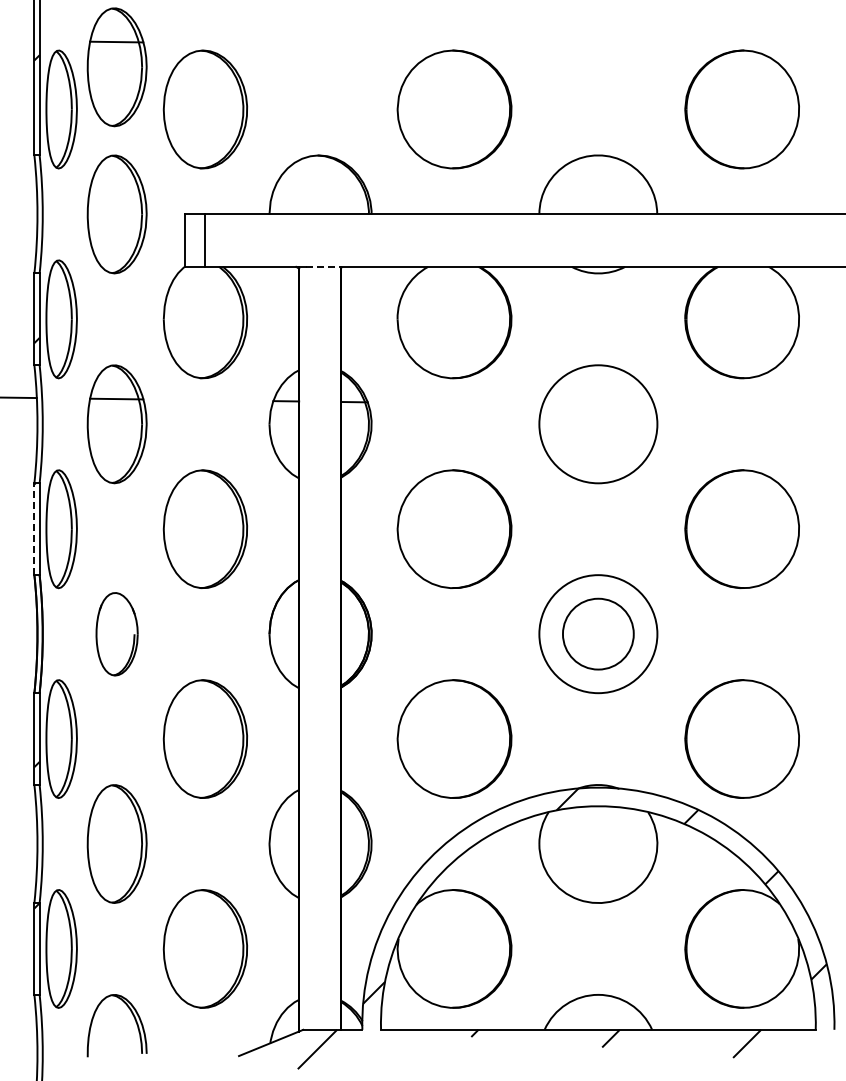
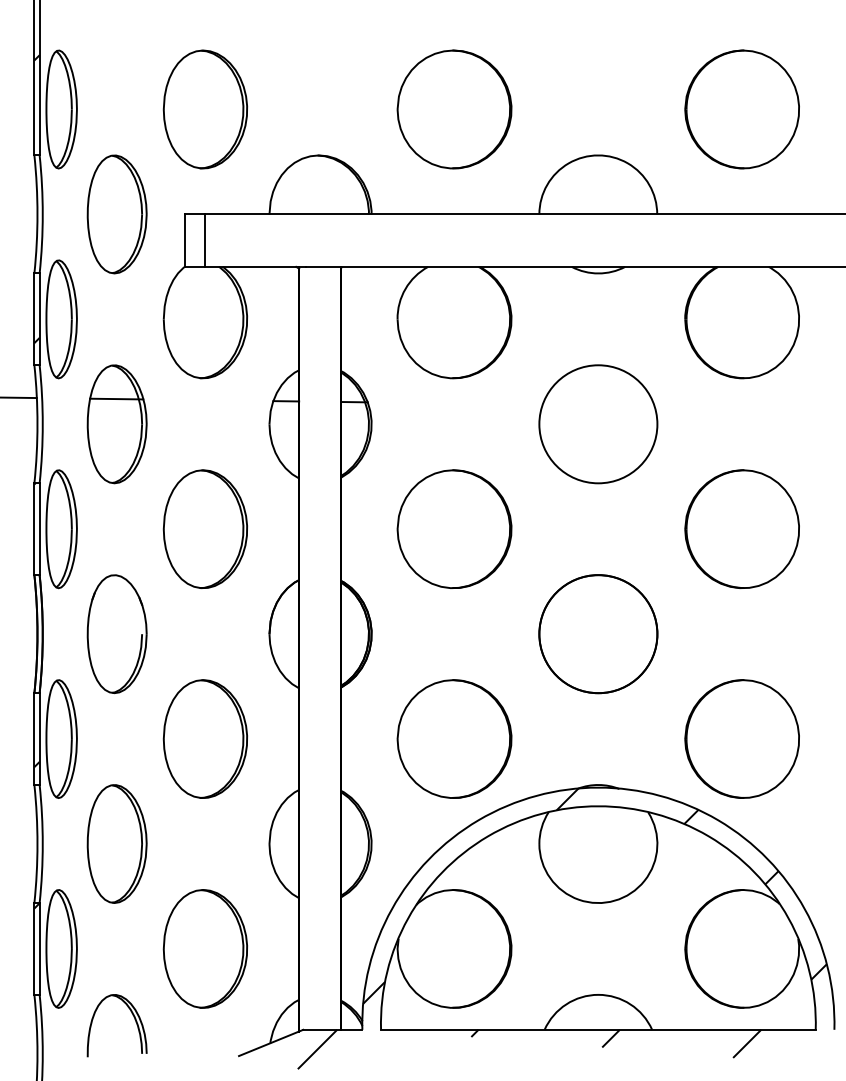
part at (116, 67): present -> none
line at (323, 266): dashed -> solid
line at (34, 529): dashed -> solid
circle at (597, 633) diameter: 71 px -> 118 px
part at (116, 634) size: 44x85 px -> 62x121 px
